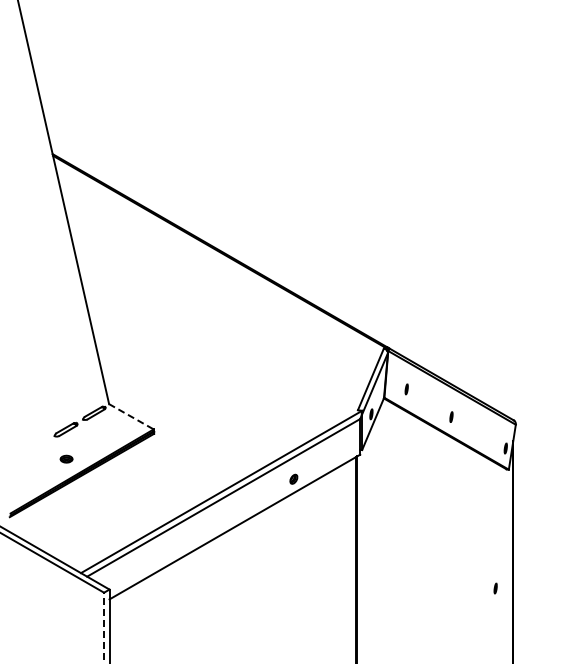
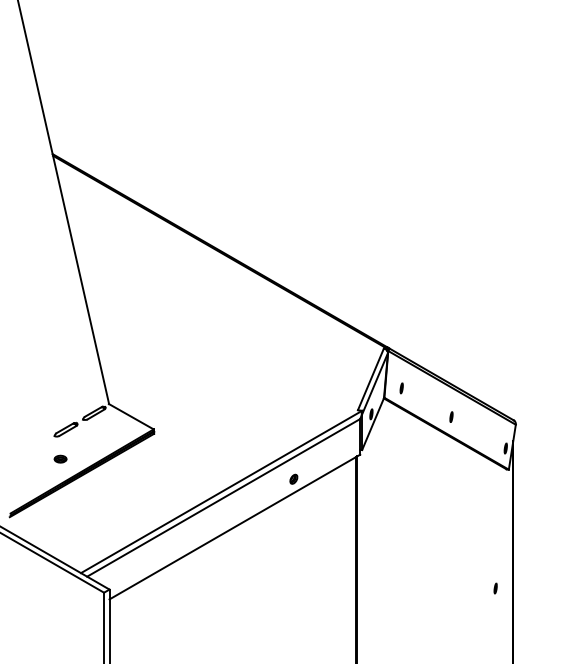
part at (406, 389) position: (406, 389) -> (401, 388)
line at (131, 416): dashed -> solid
part at (66, 458) position: (66, 458) -> (60, 458)
line at (104, 627): dashed -> solid
